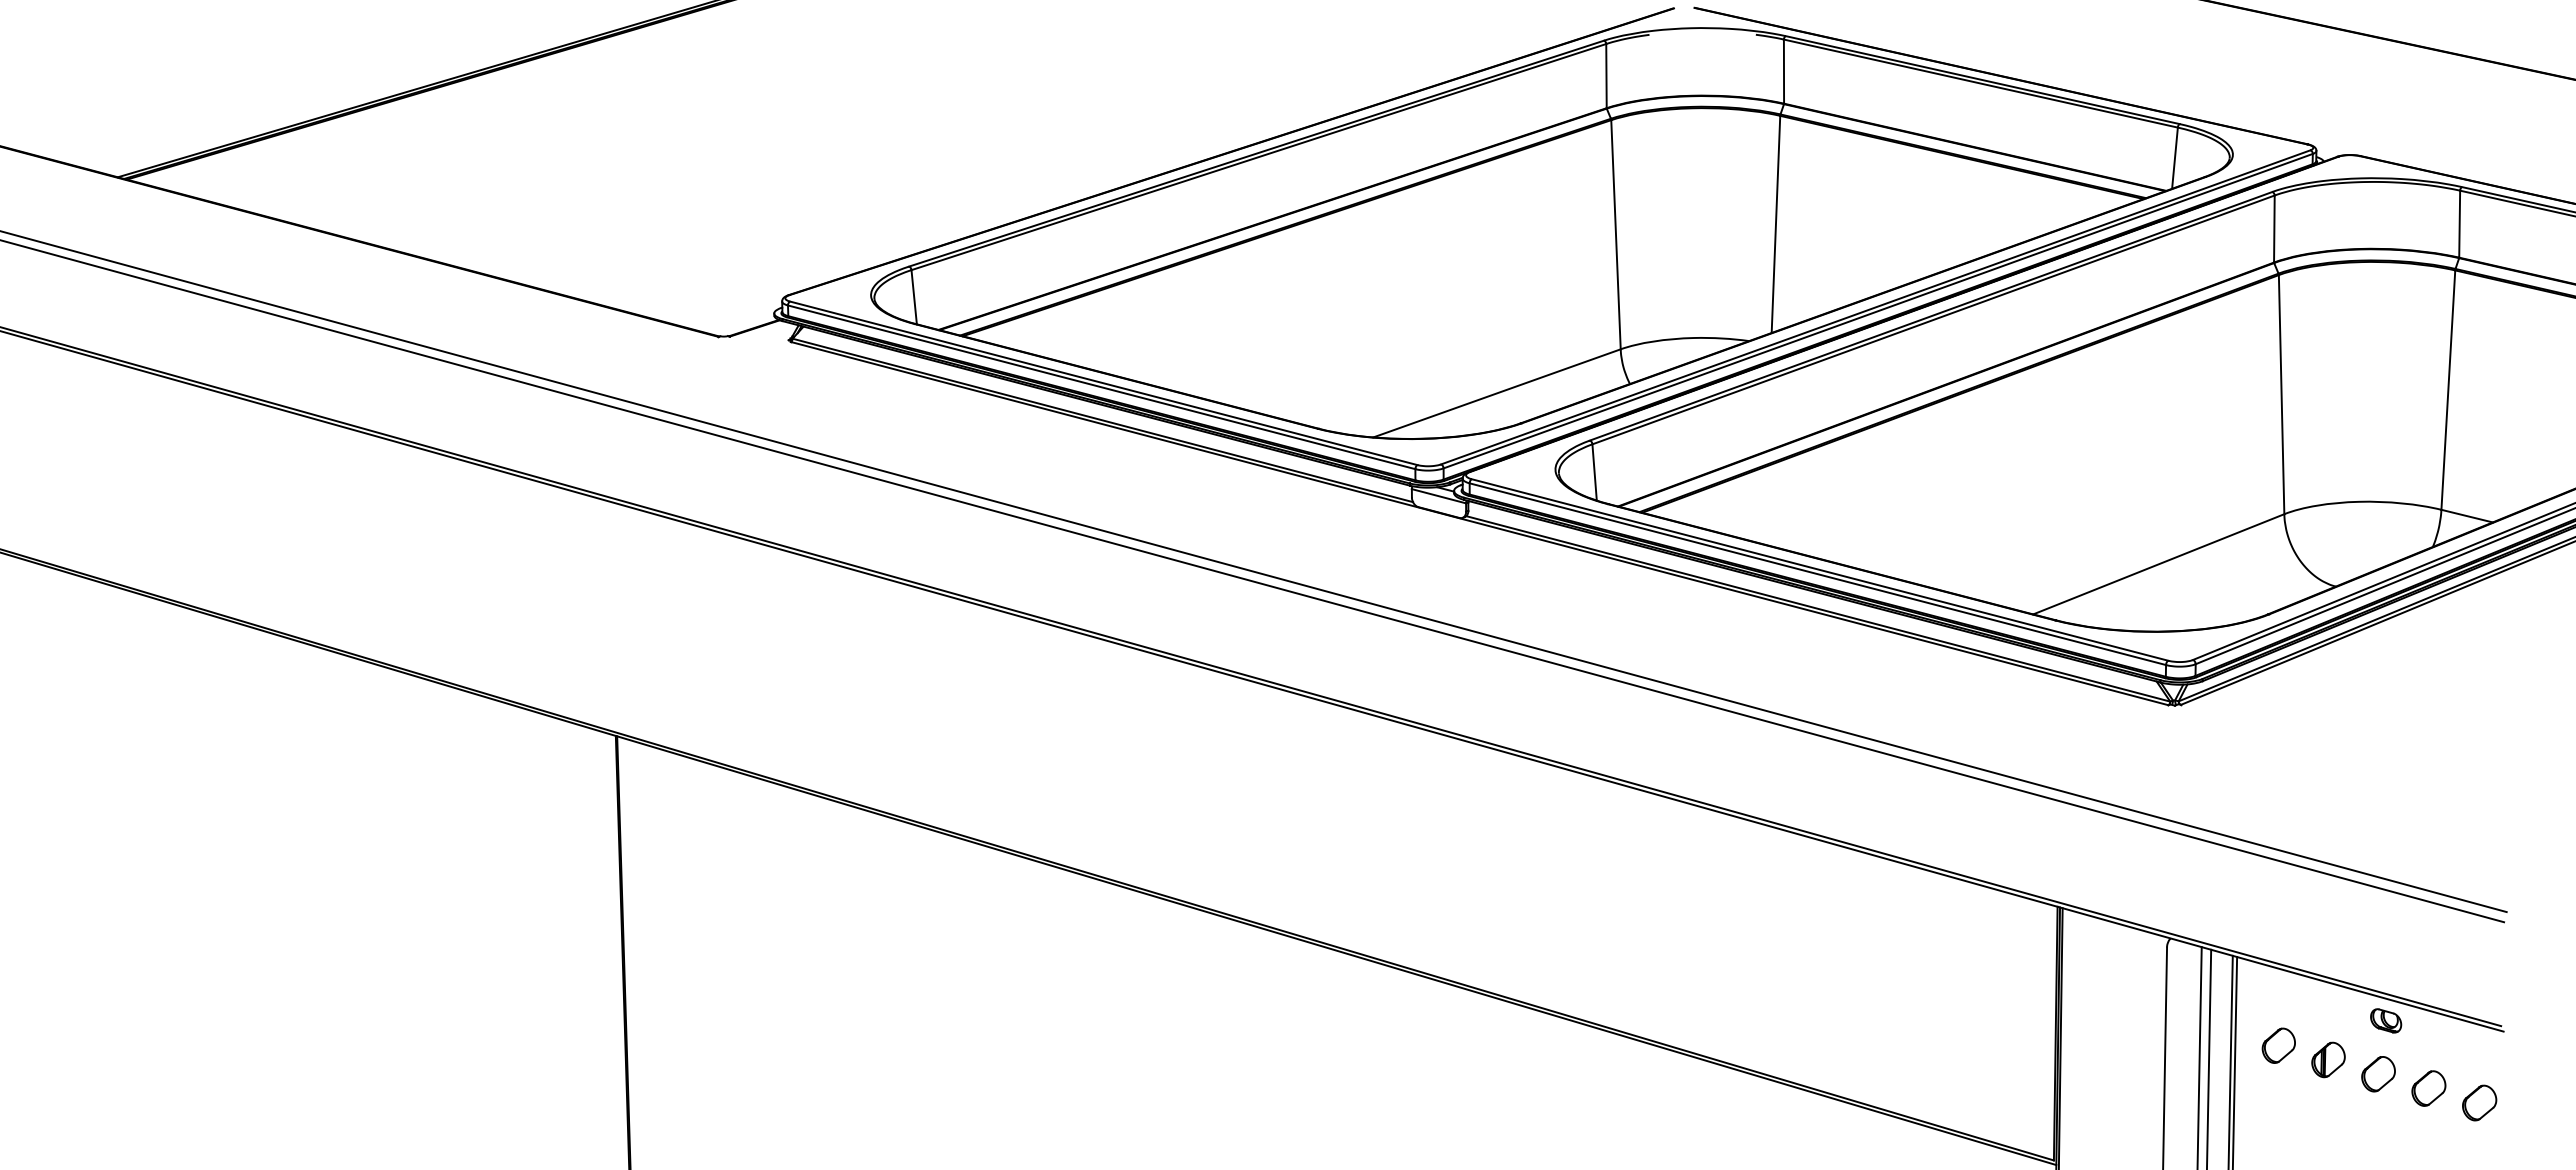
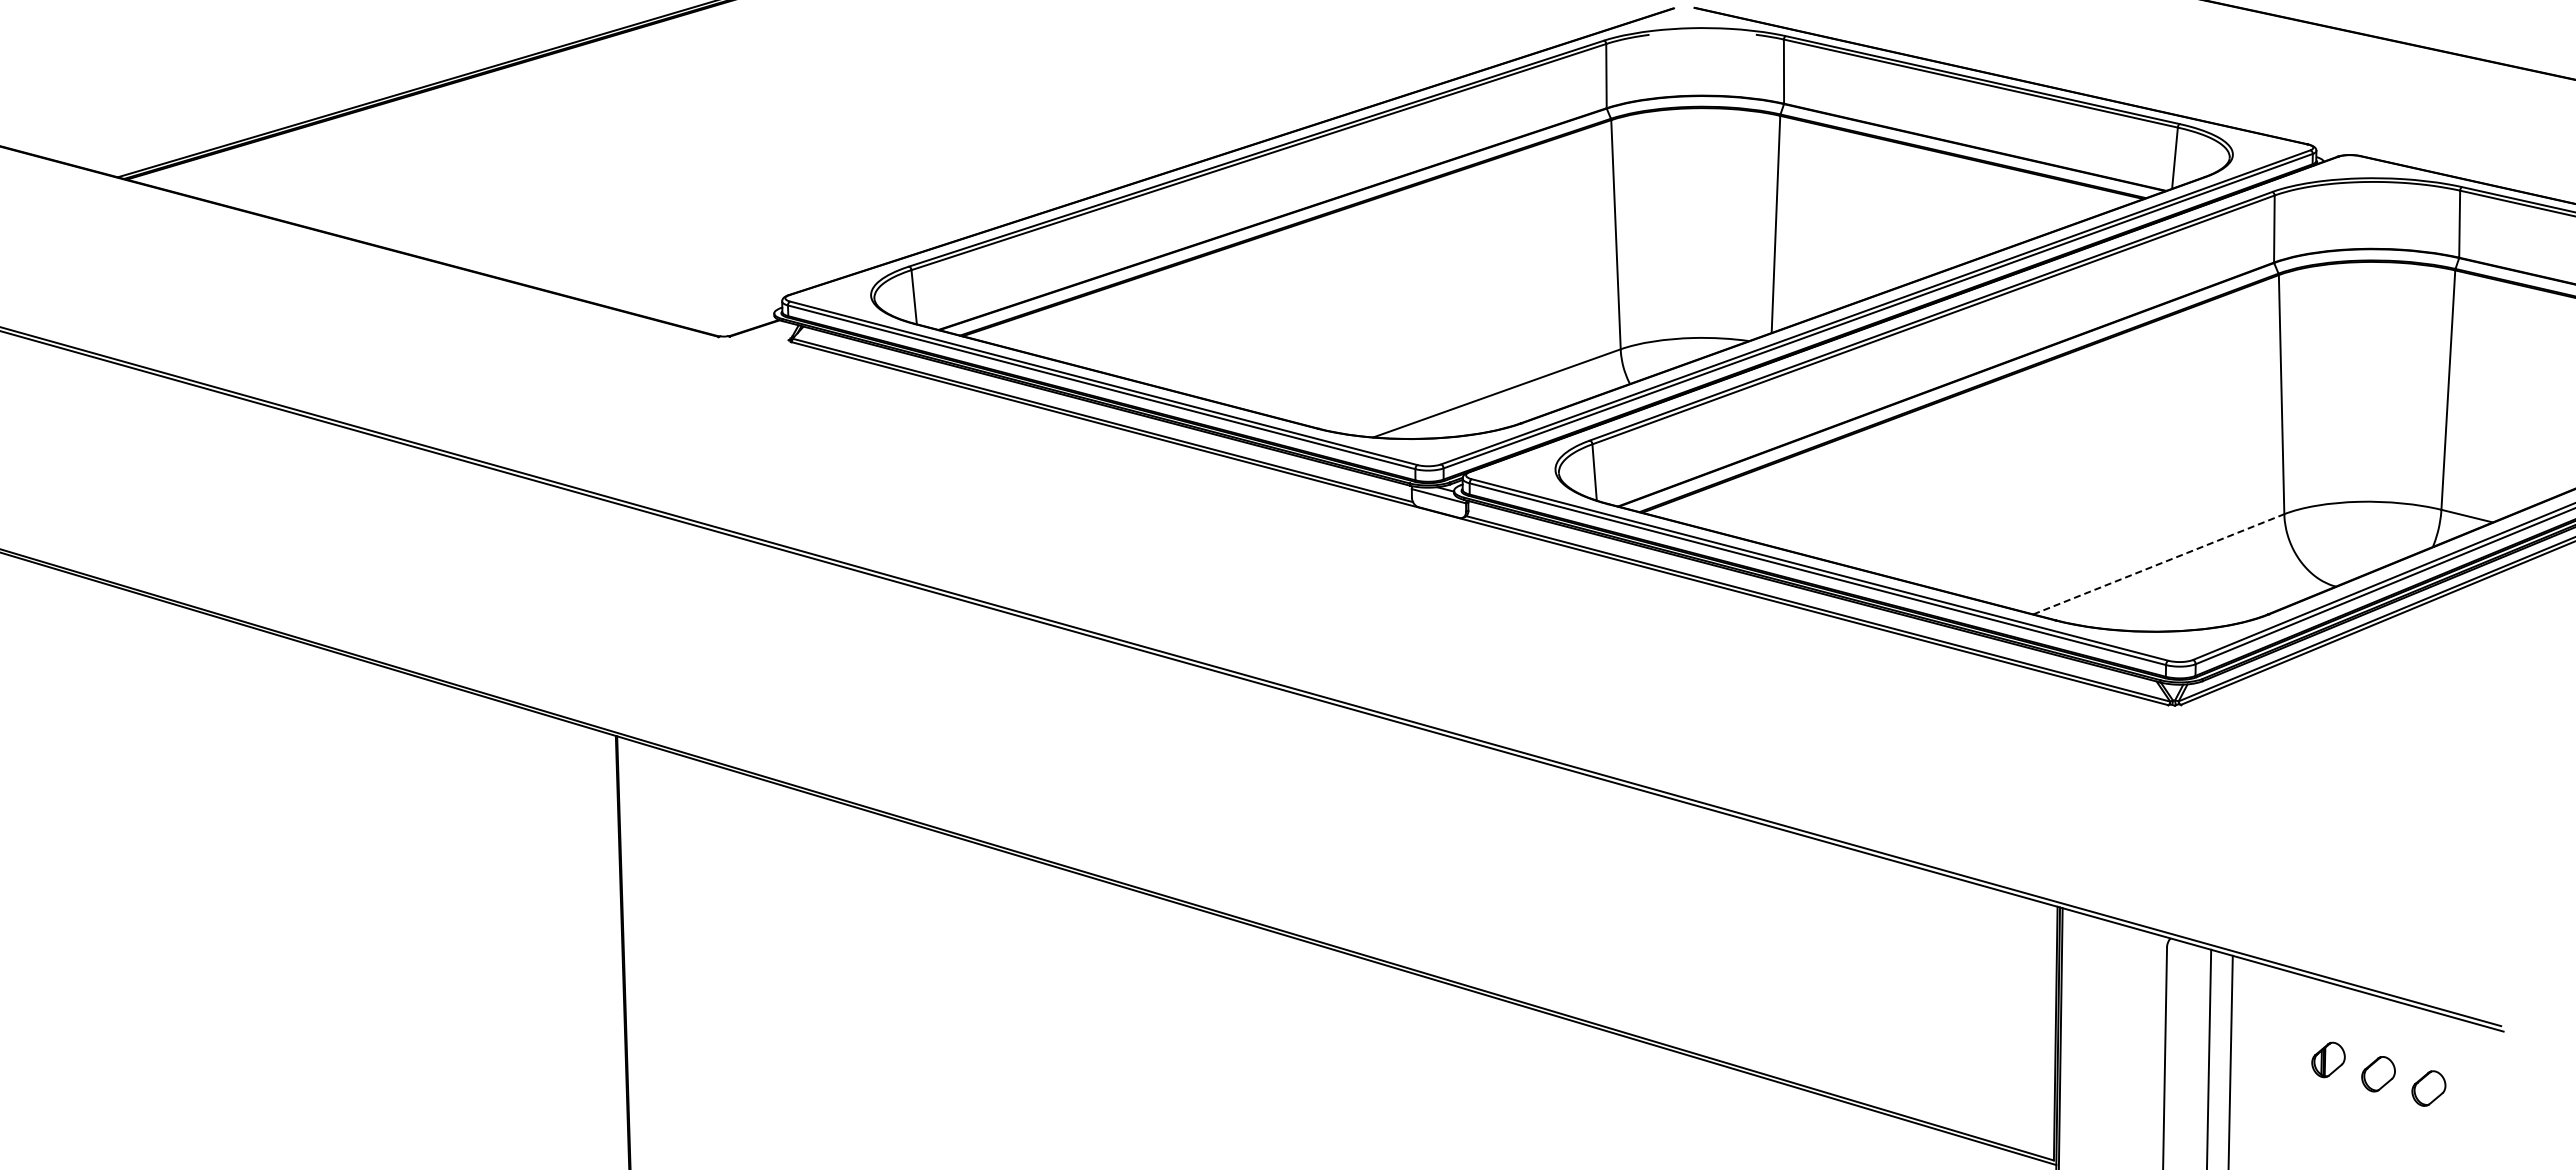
line at (2159, 564): solid -> dashed
line at (1254, 571): present -> none
line at (1253, 581): present -> none
part at (2386, 1020): present -> none
part at (2278, 1045): present -> none
line at (2199, 1056): present -> none
line at (2234, 1061): present -> none
part at (2479, 1102): present -> none
